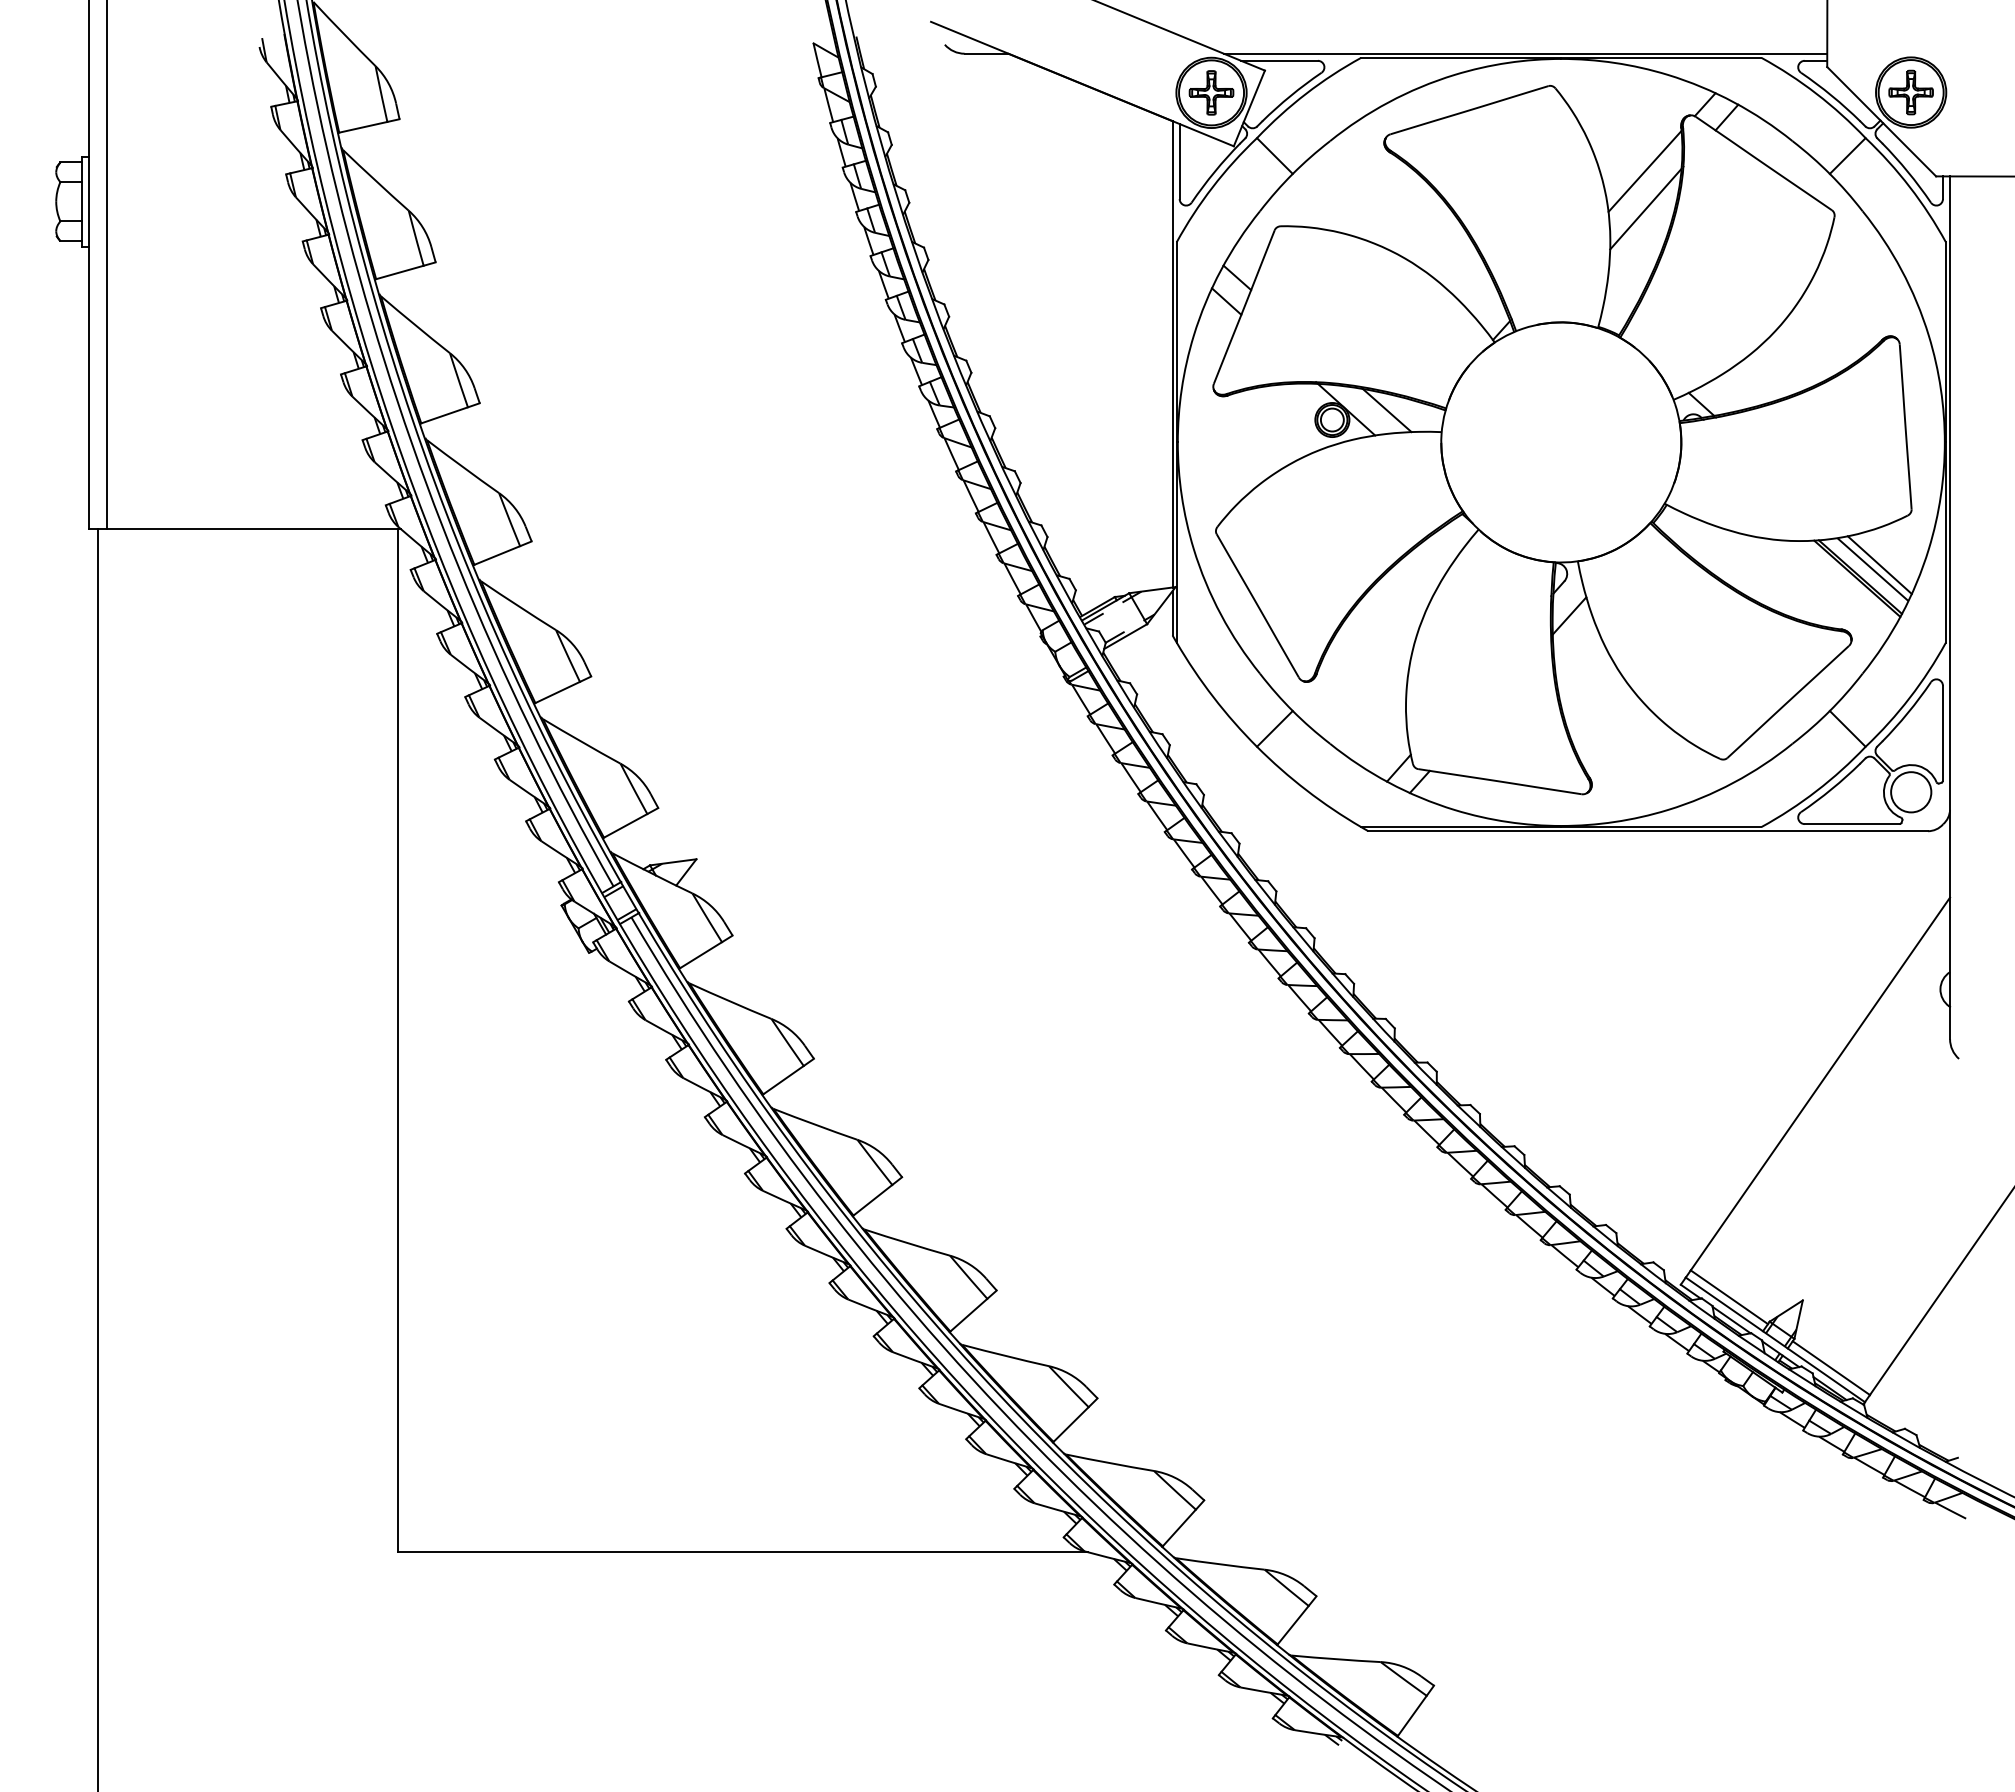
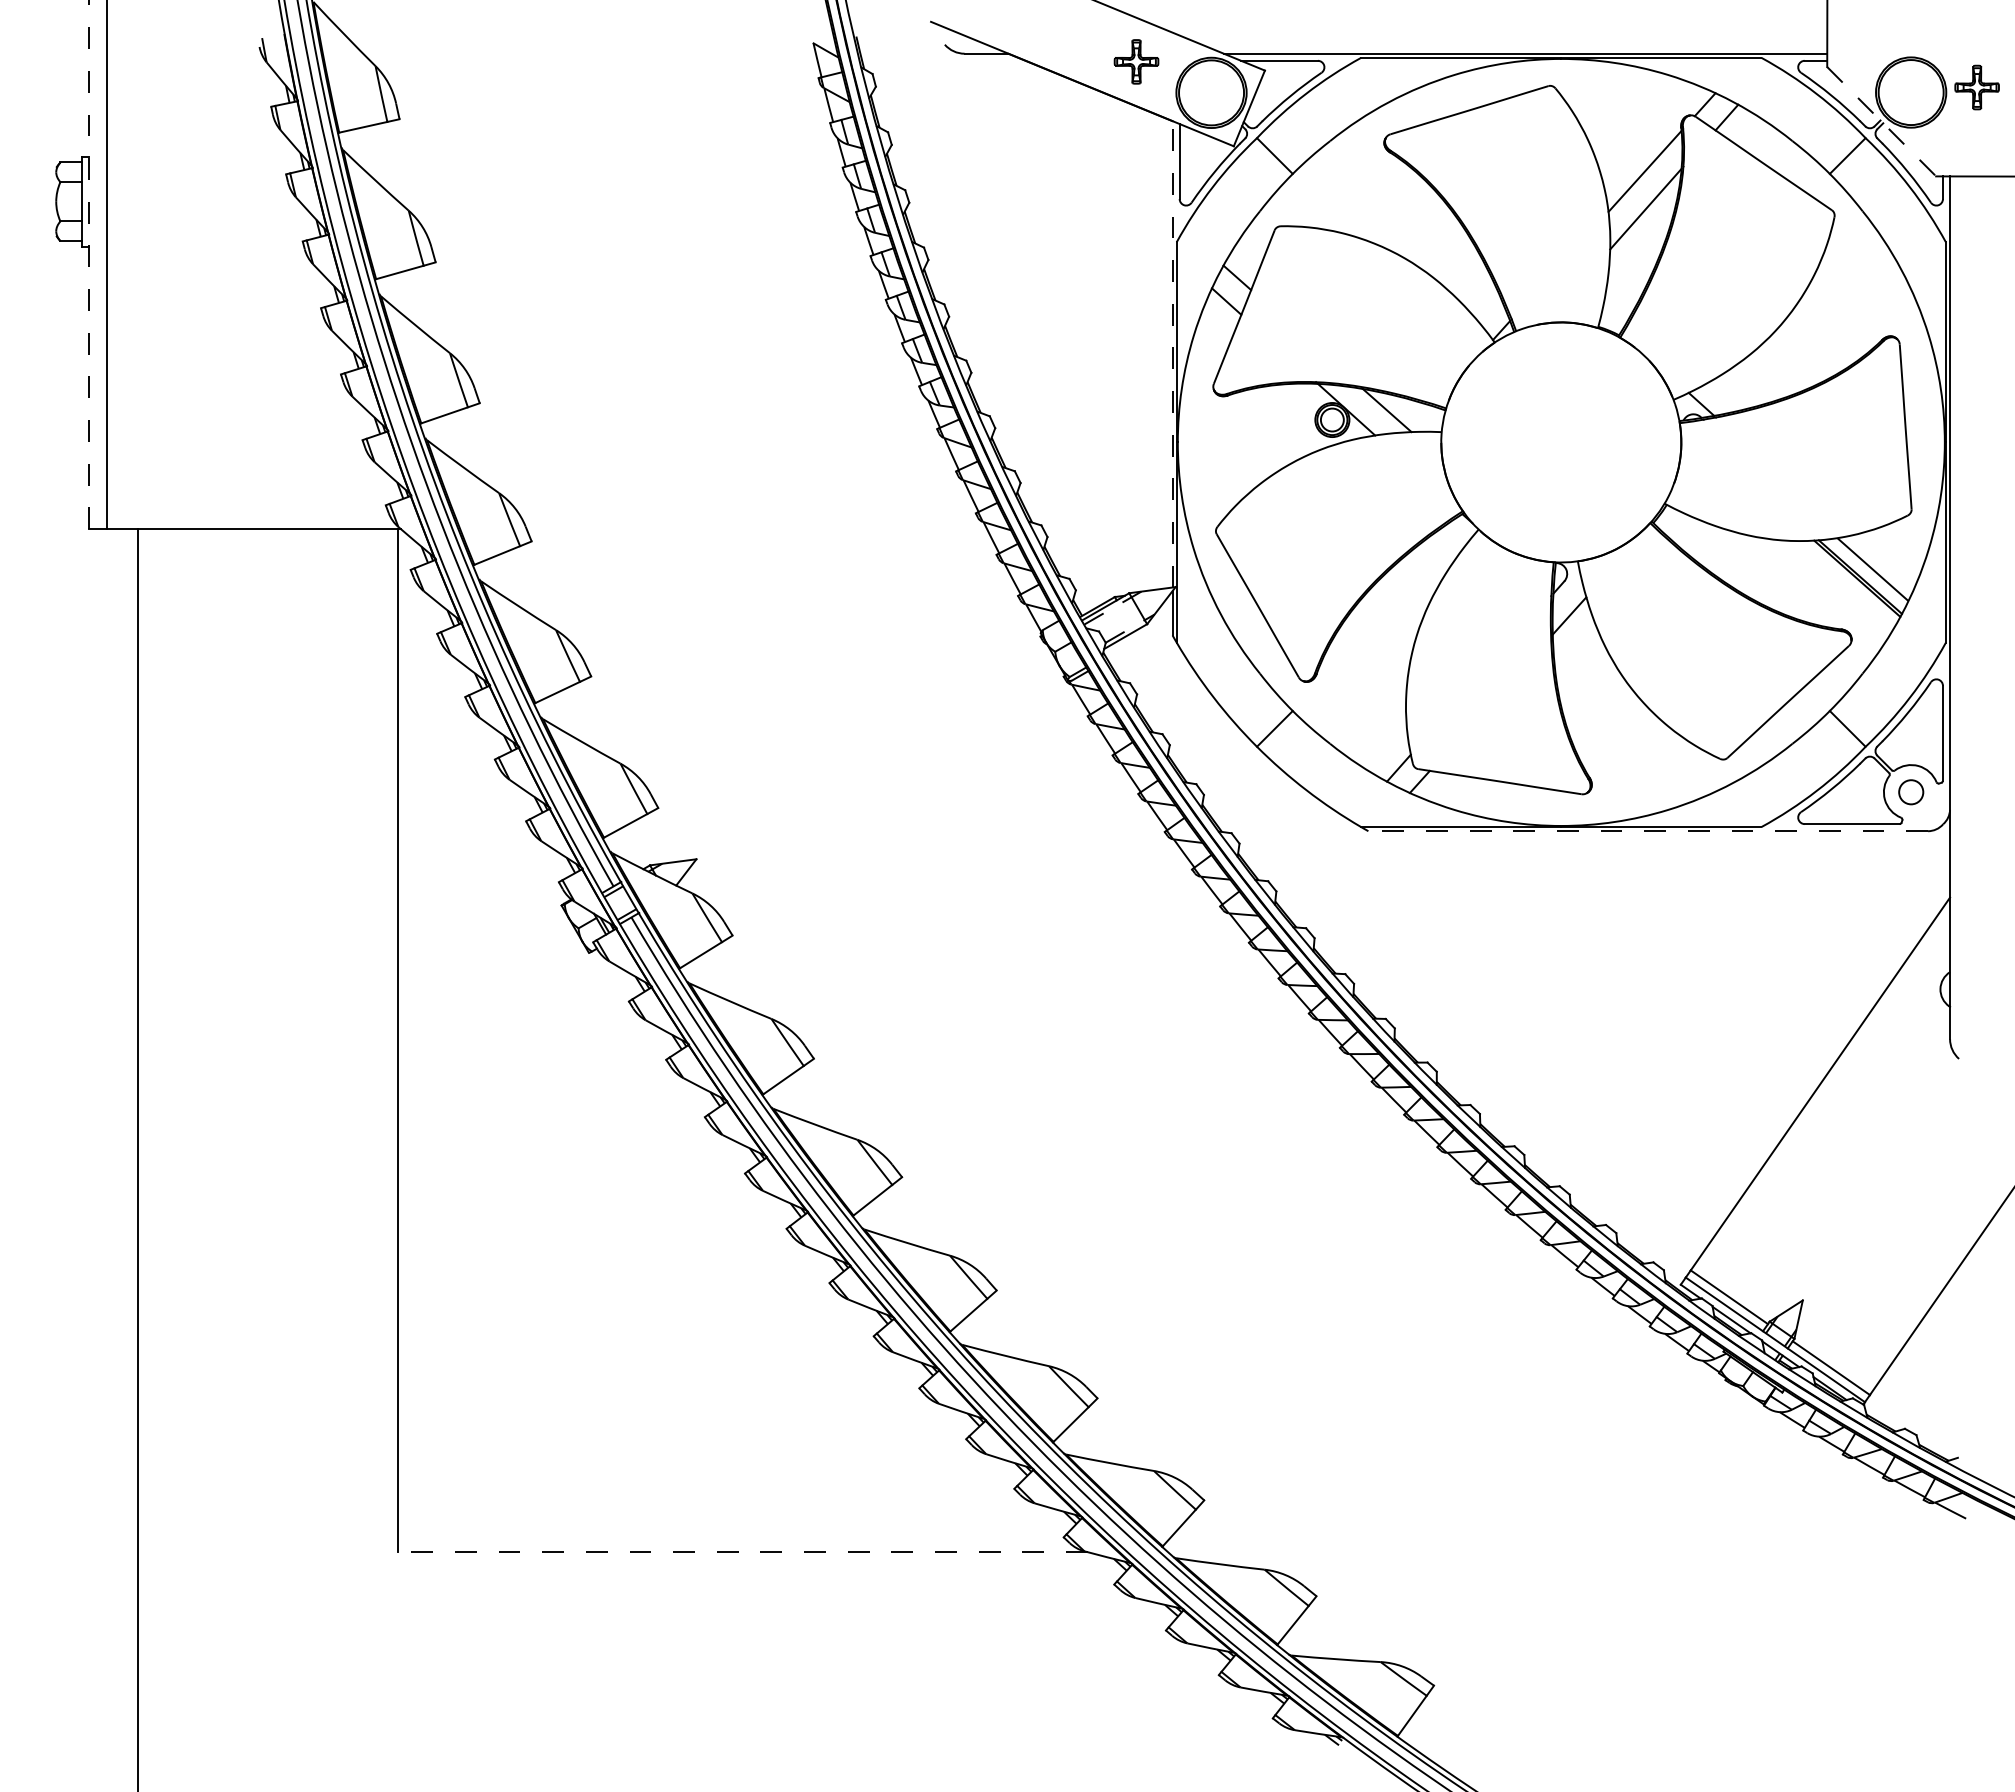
part at (1211, 92) position: (1211, 92) -> (1136, 61)
part at (1910, 92) position: (1910, 92) -> (1976, 87)
line at (1882, 122): solid -> dashed
line at (89, 264): solid -> dashed
line at (1172, 353): solid -> dashed
line at (1879, 565): present -> none
circle at (1911, 792) diameter: 40 px -> 24 px
line at (1648, 831): solid -> dashed
line at (97, 1158) position: (97, 1158) -> (137, 1158)
line at (742, 1552): solid -> dashed
